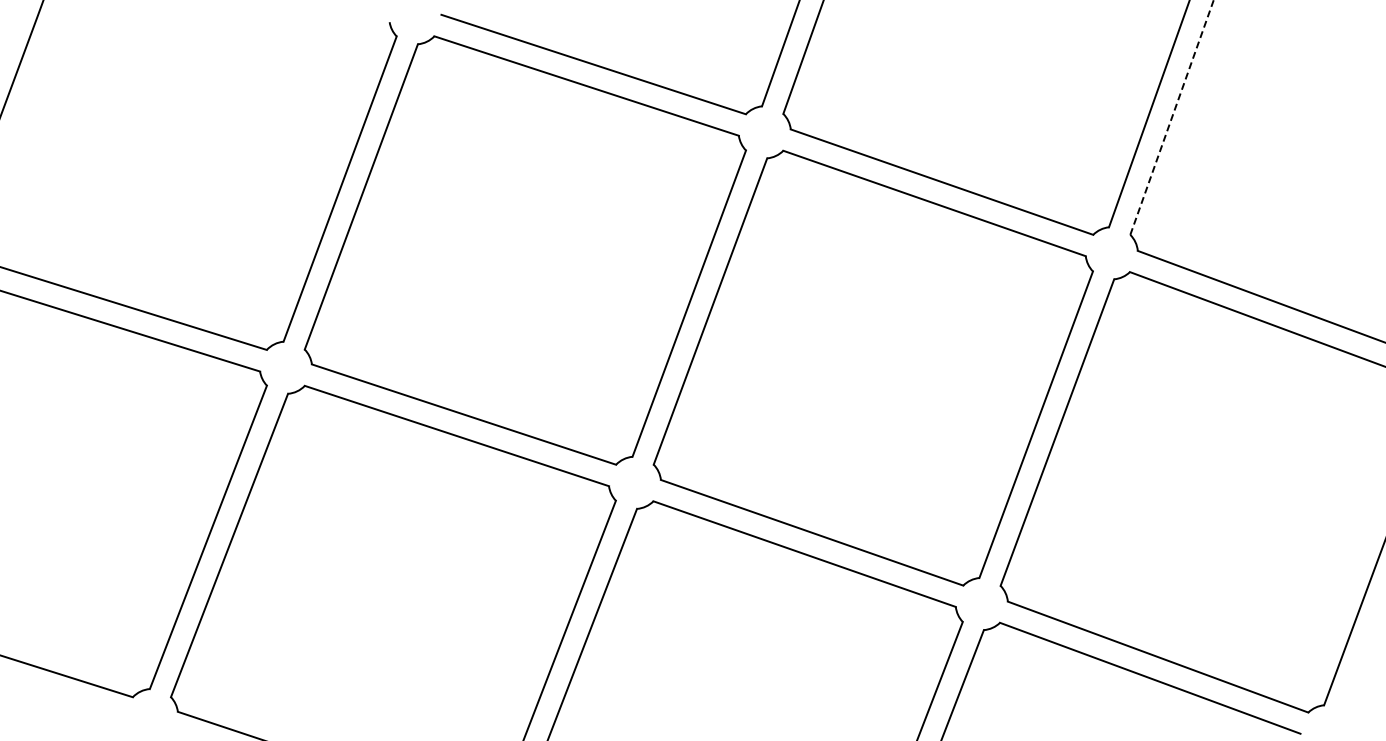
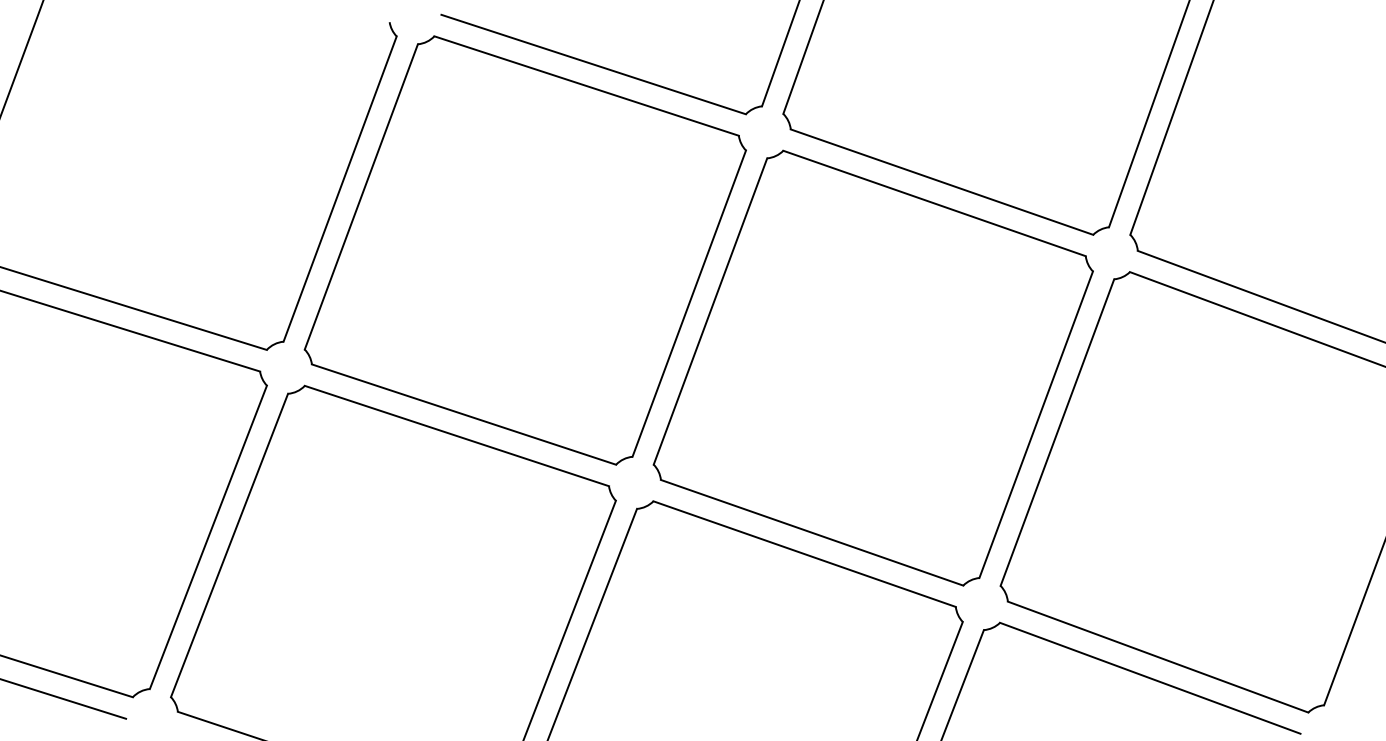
line at (1172, 117): dashed -> solid
line at (64, 698): none -> present
